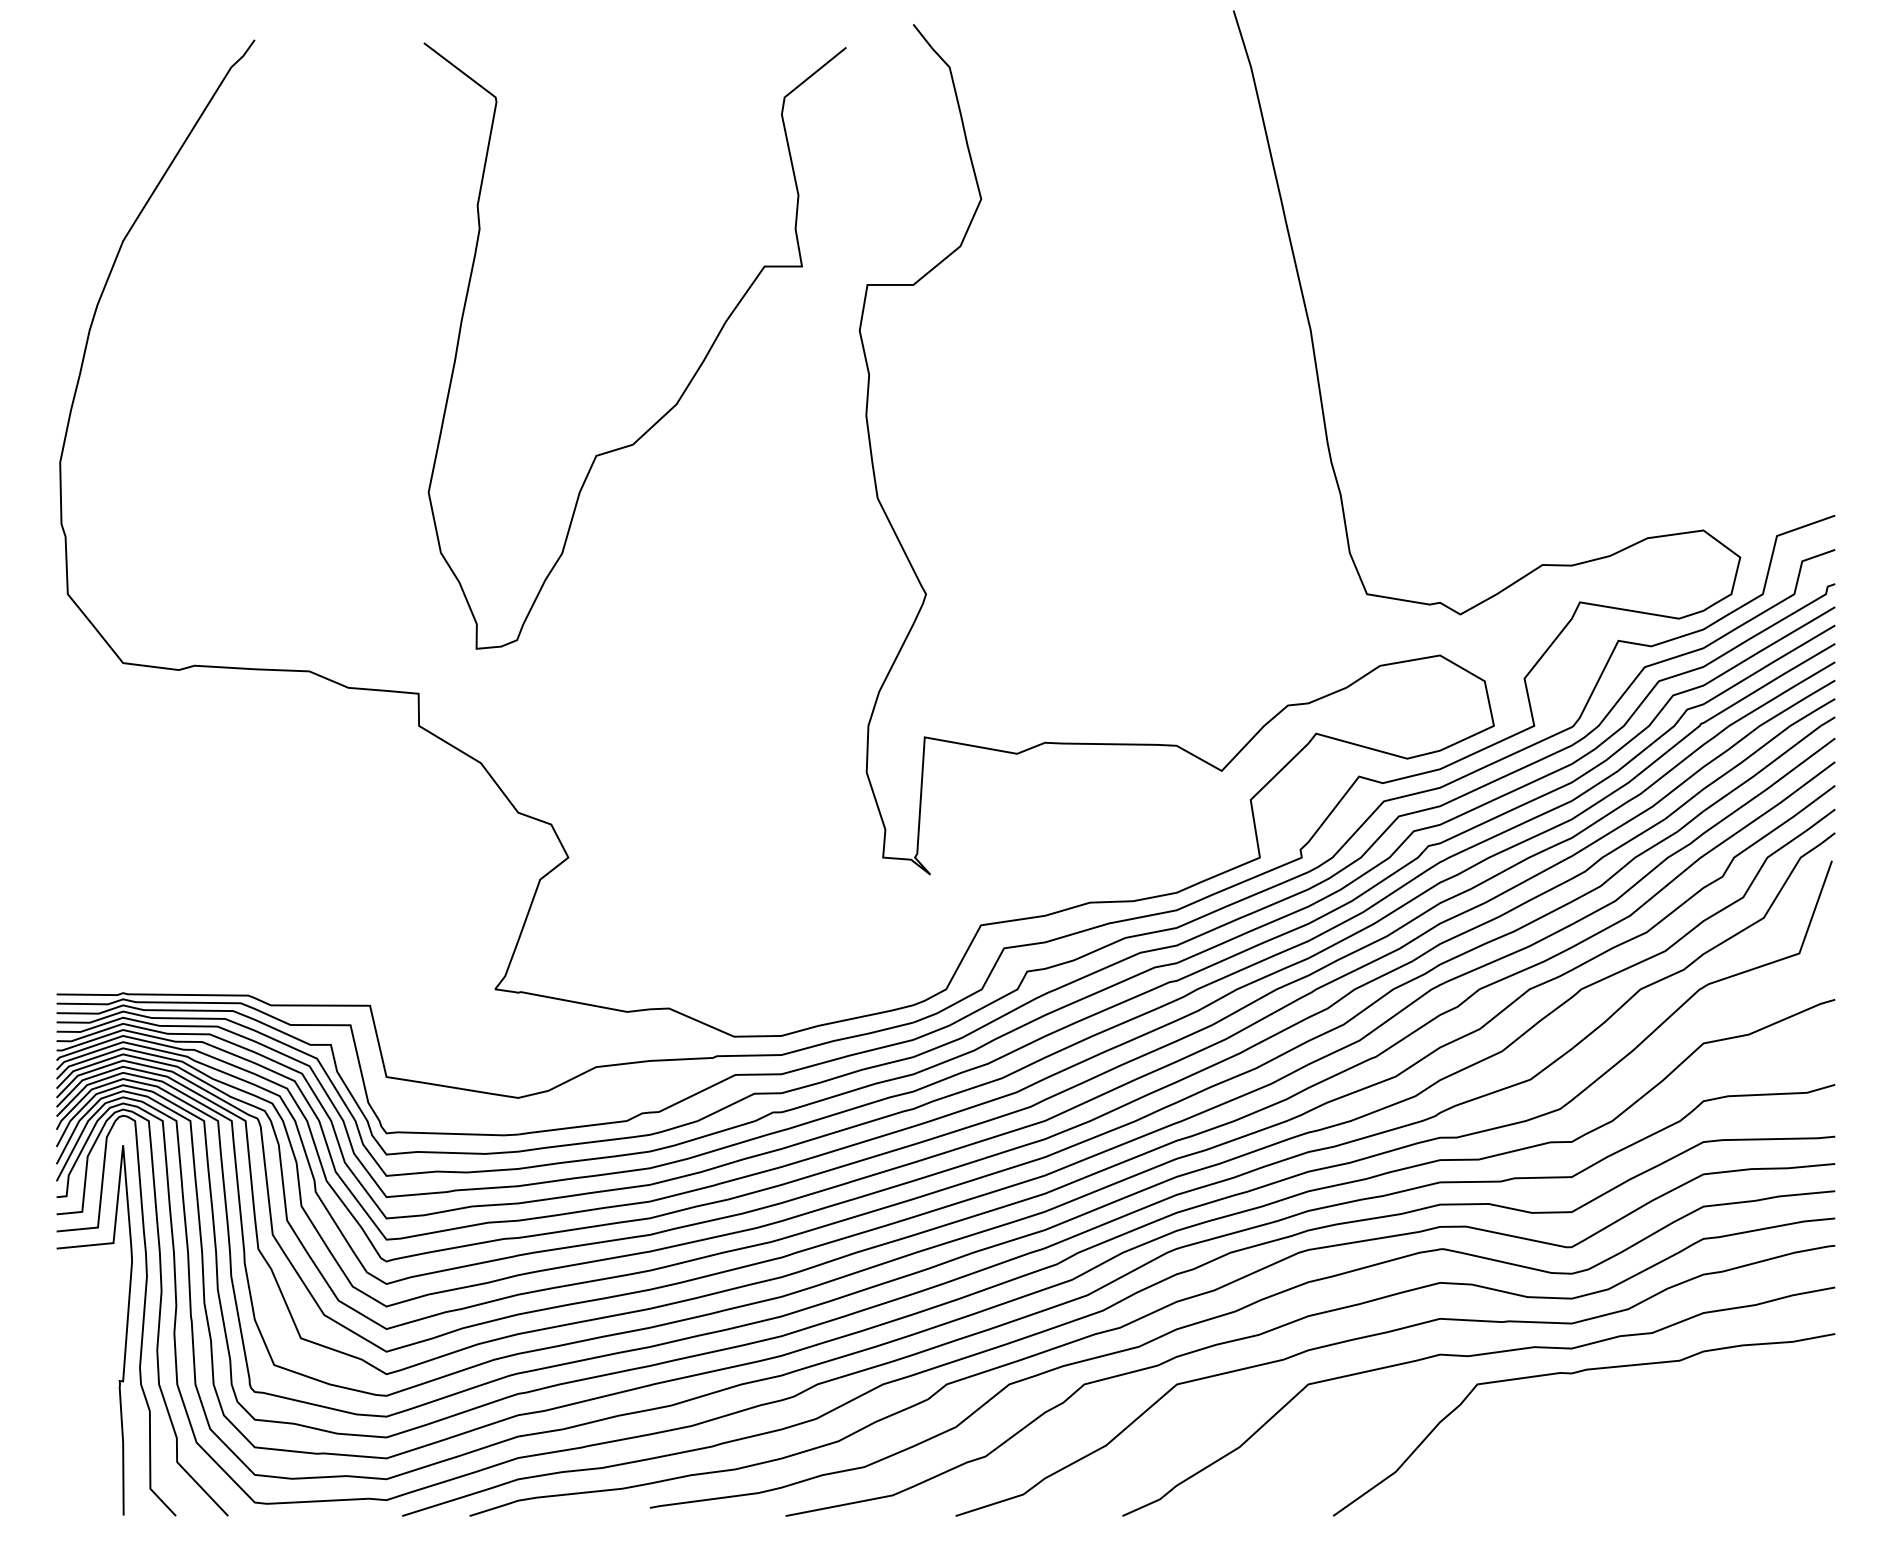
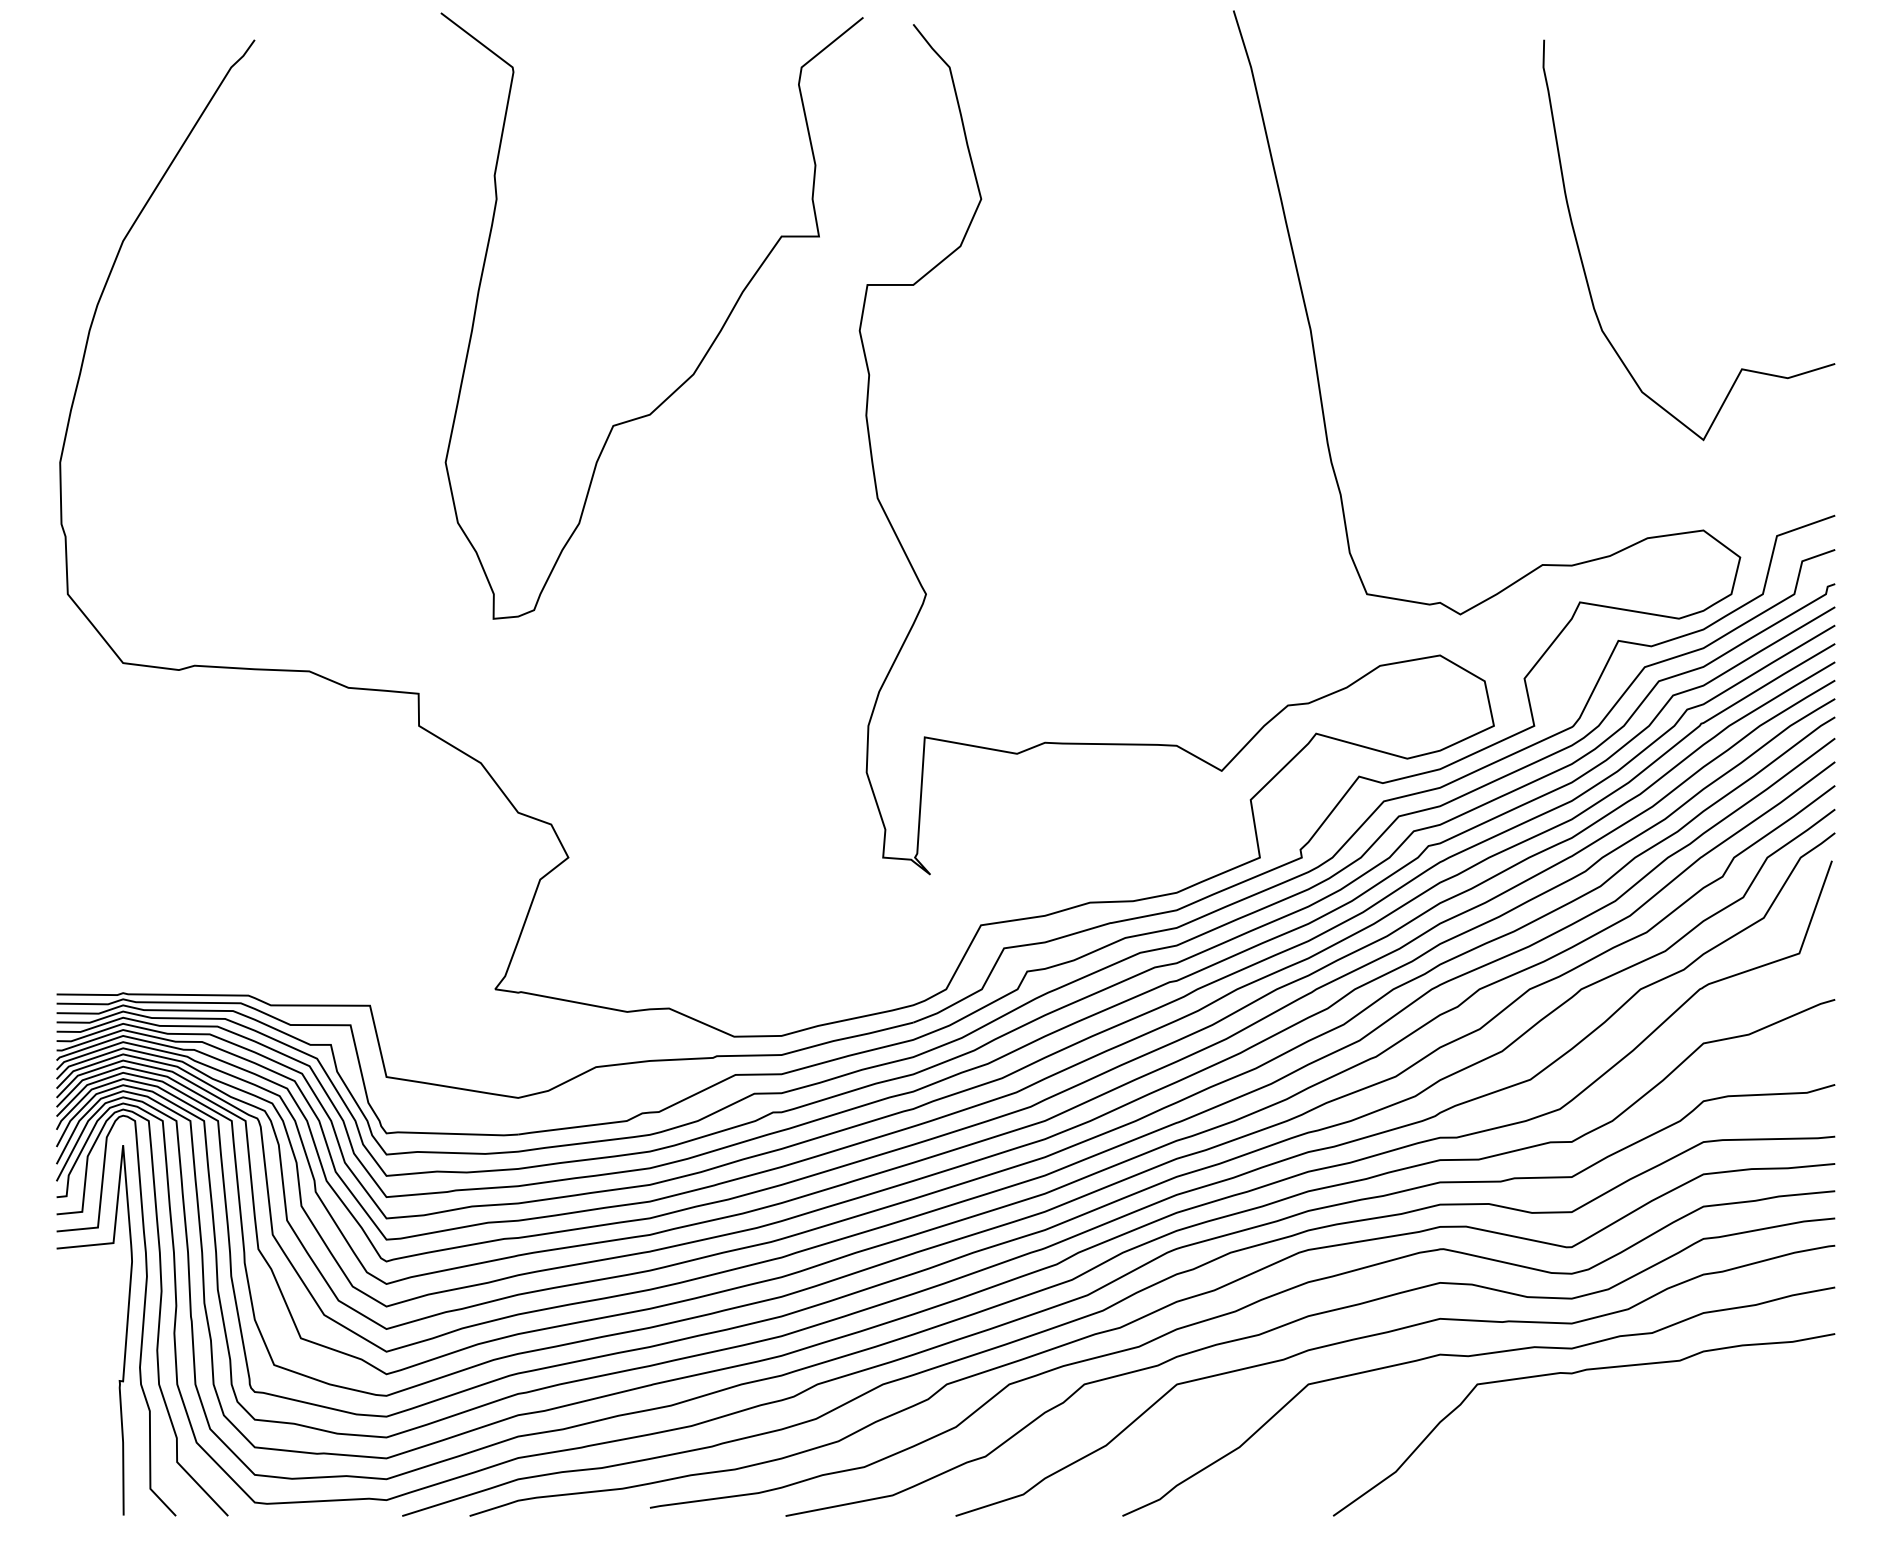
curve at (1585, 270): none -> present
curve at (689, 381) position: (689, 381) -> (706, 351)
